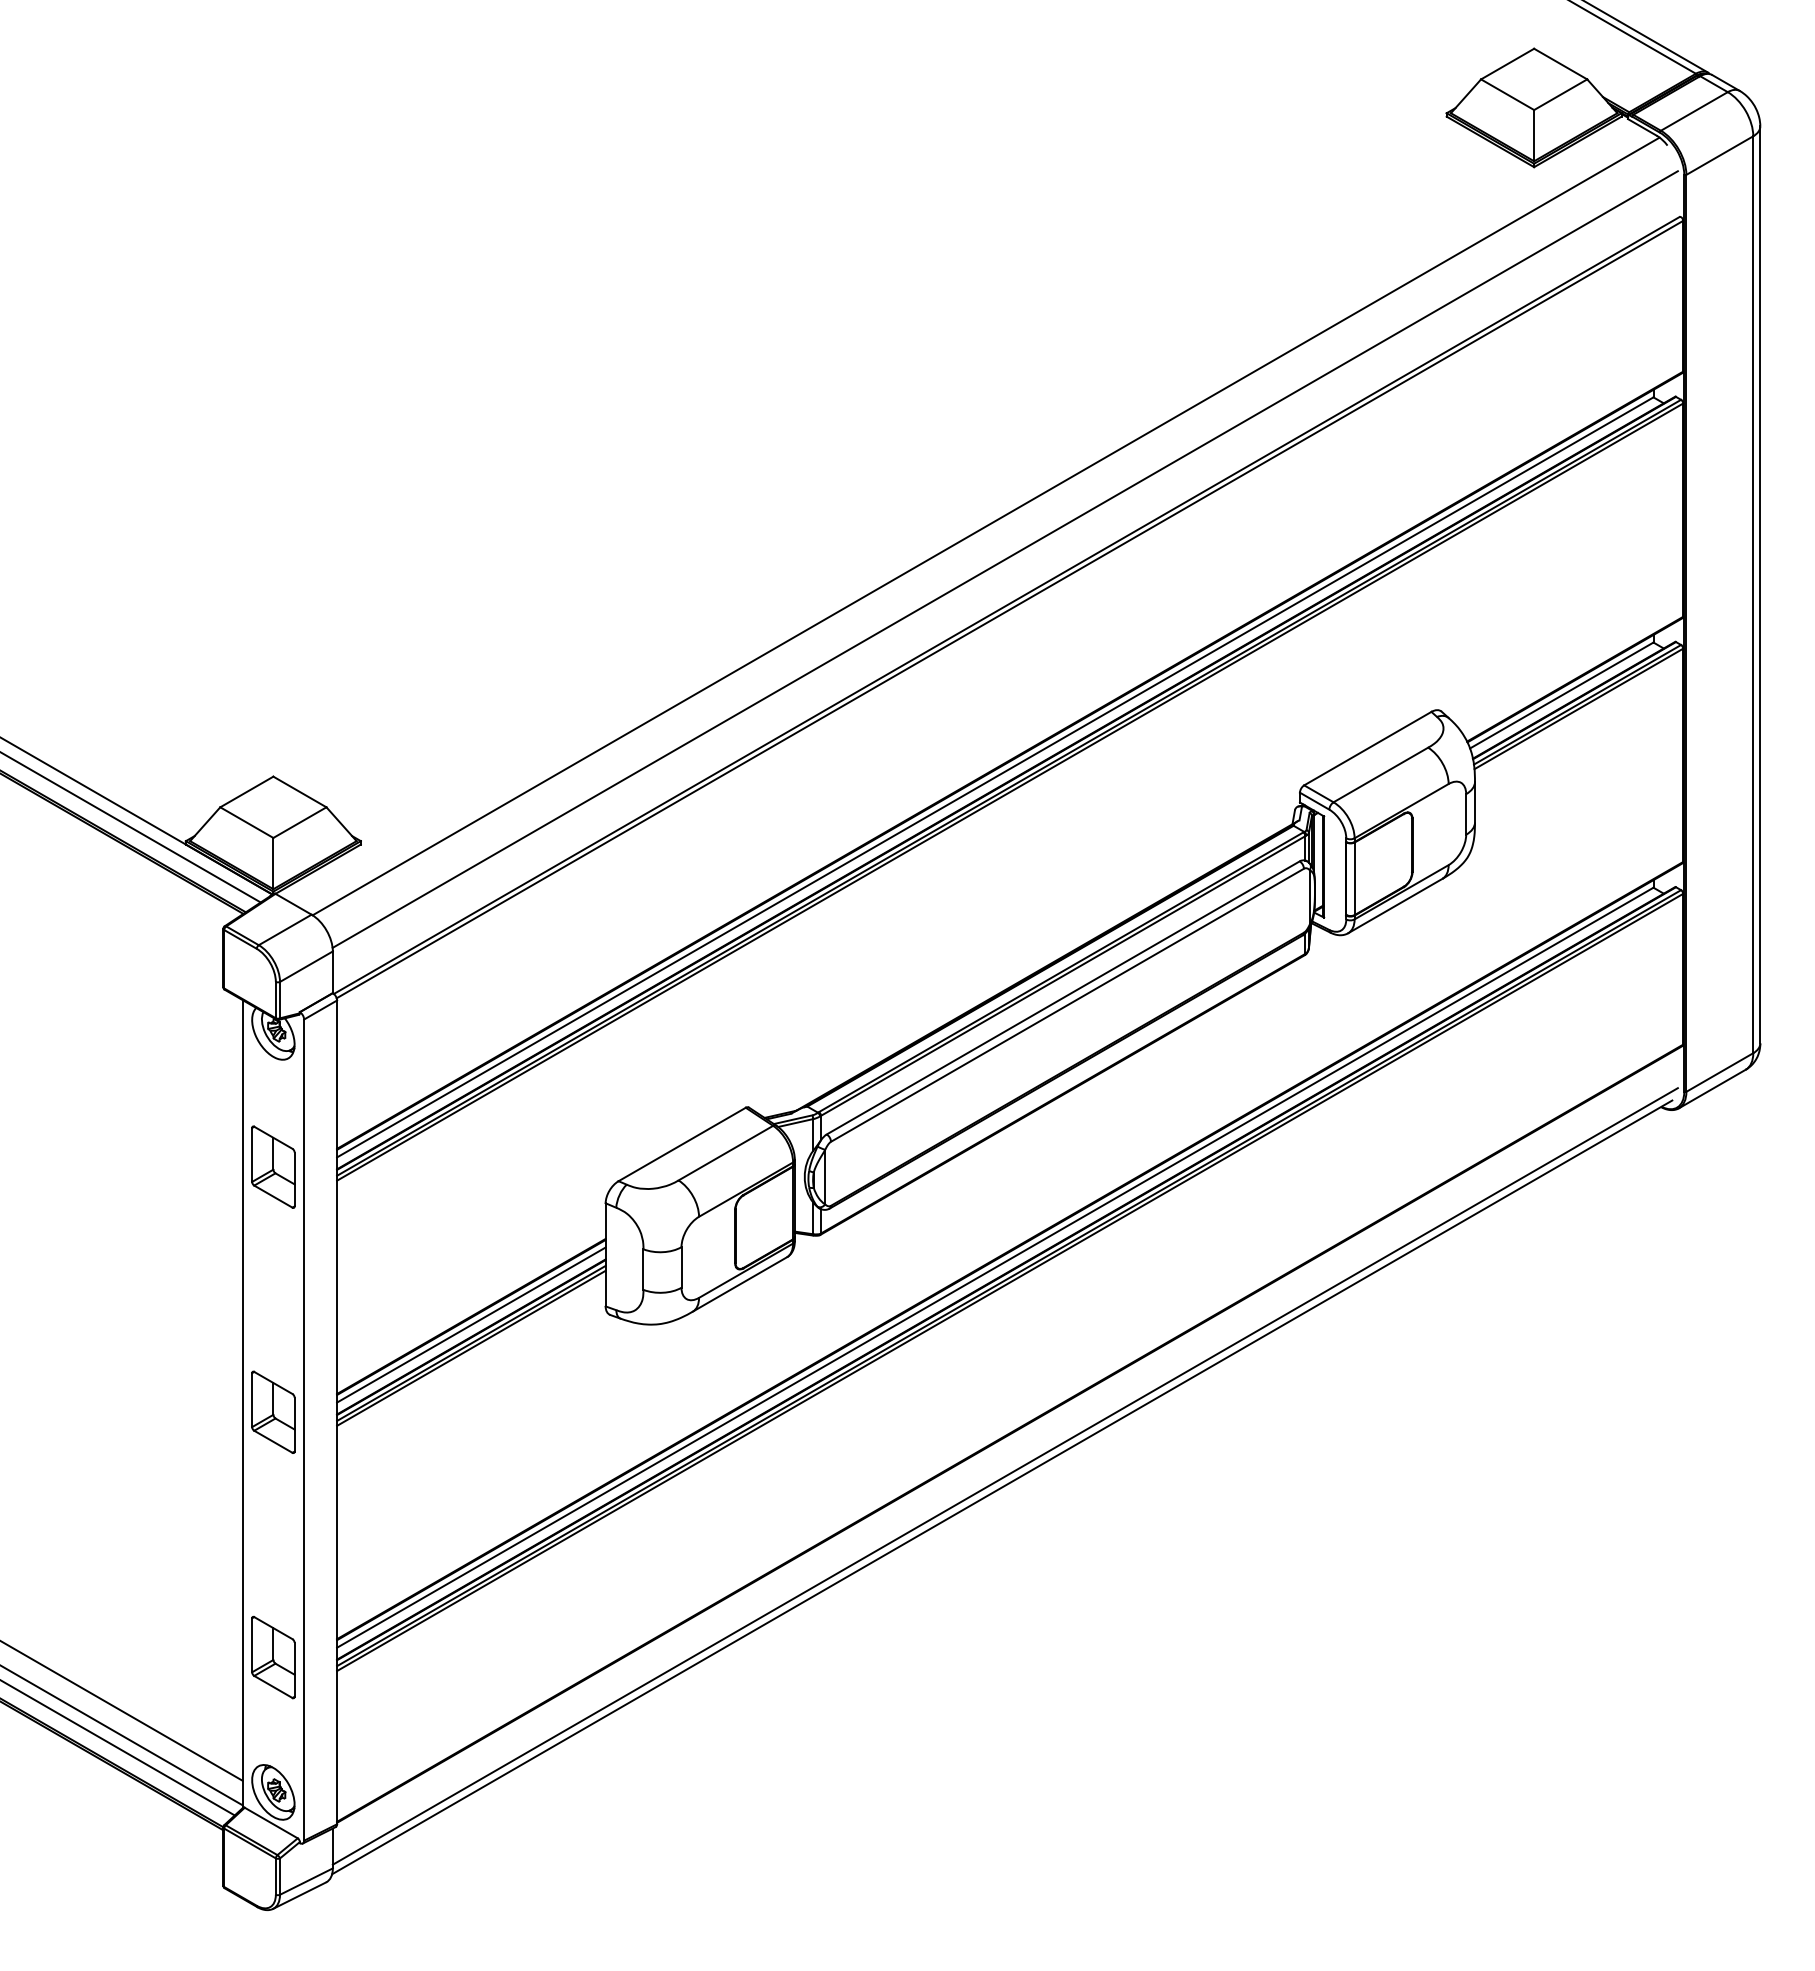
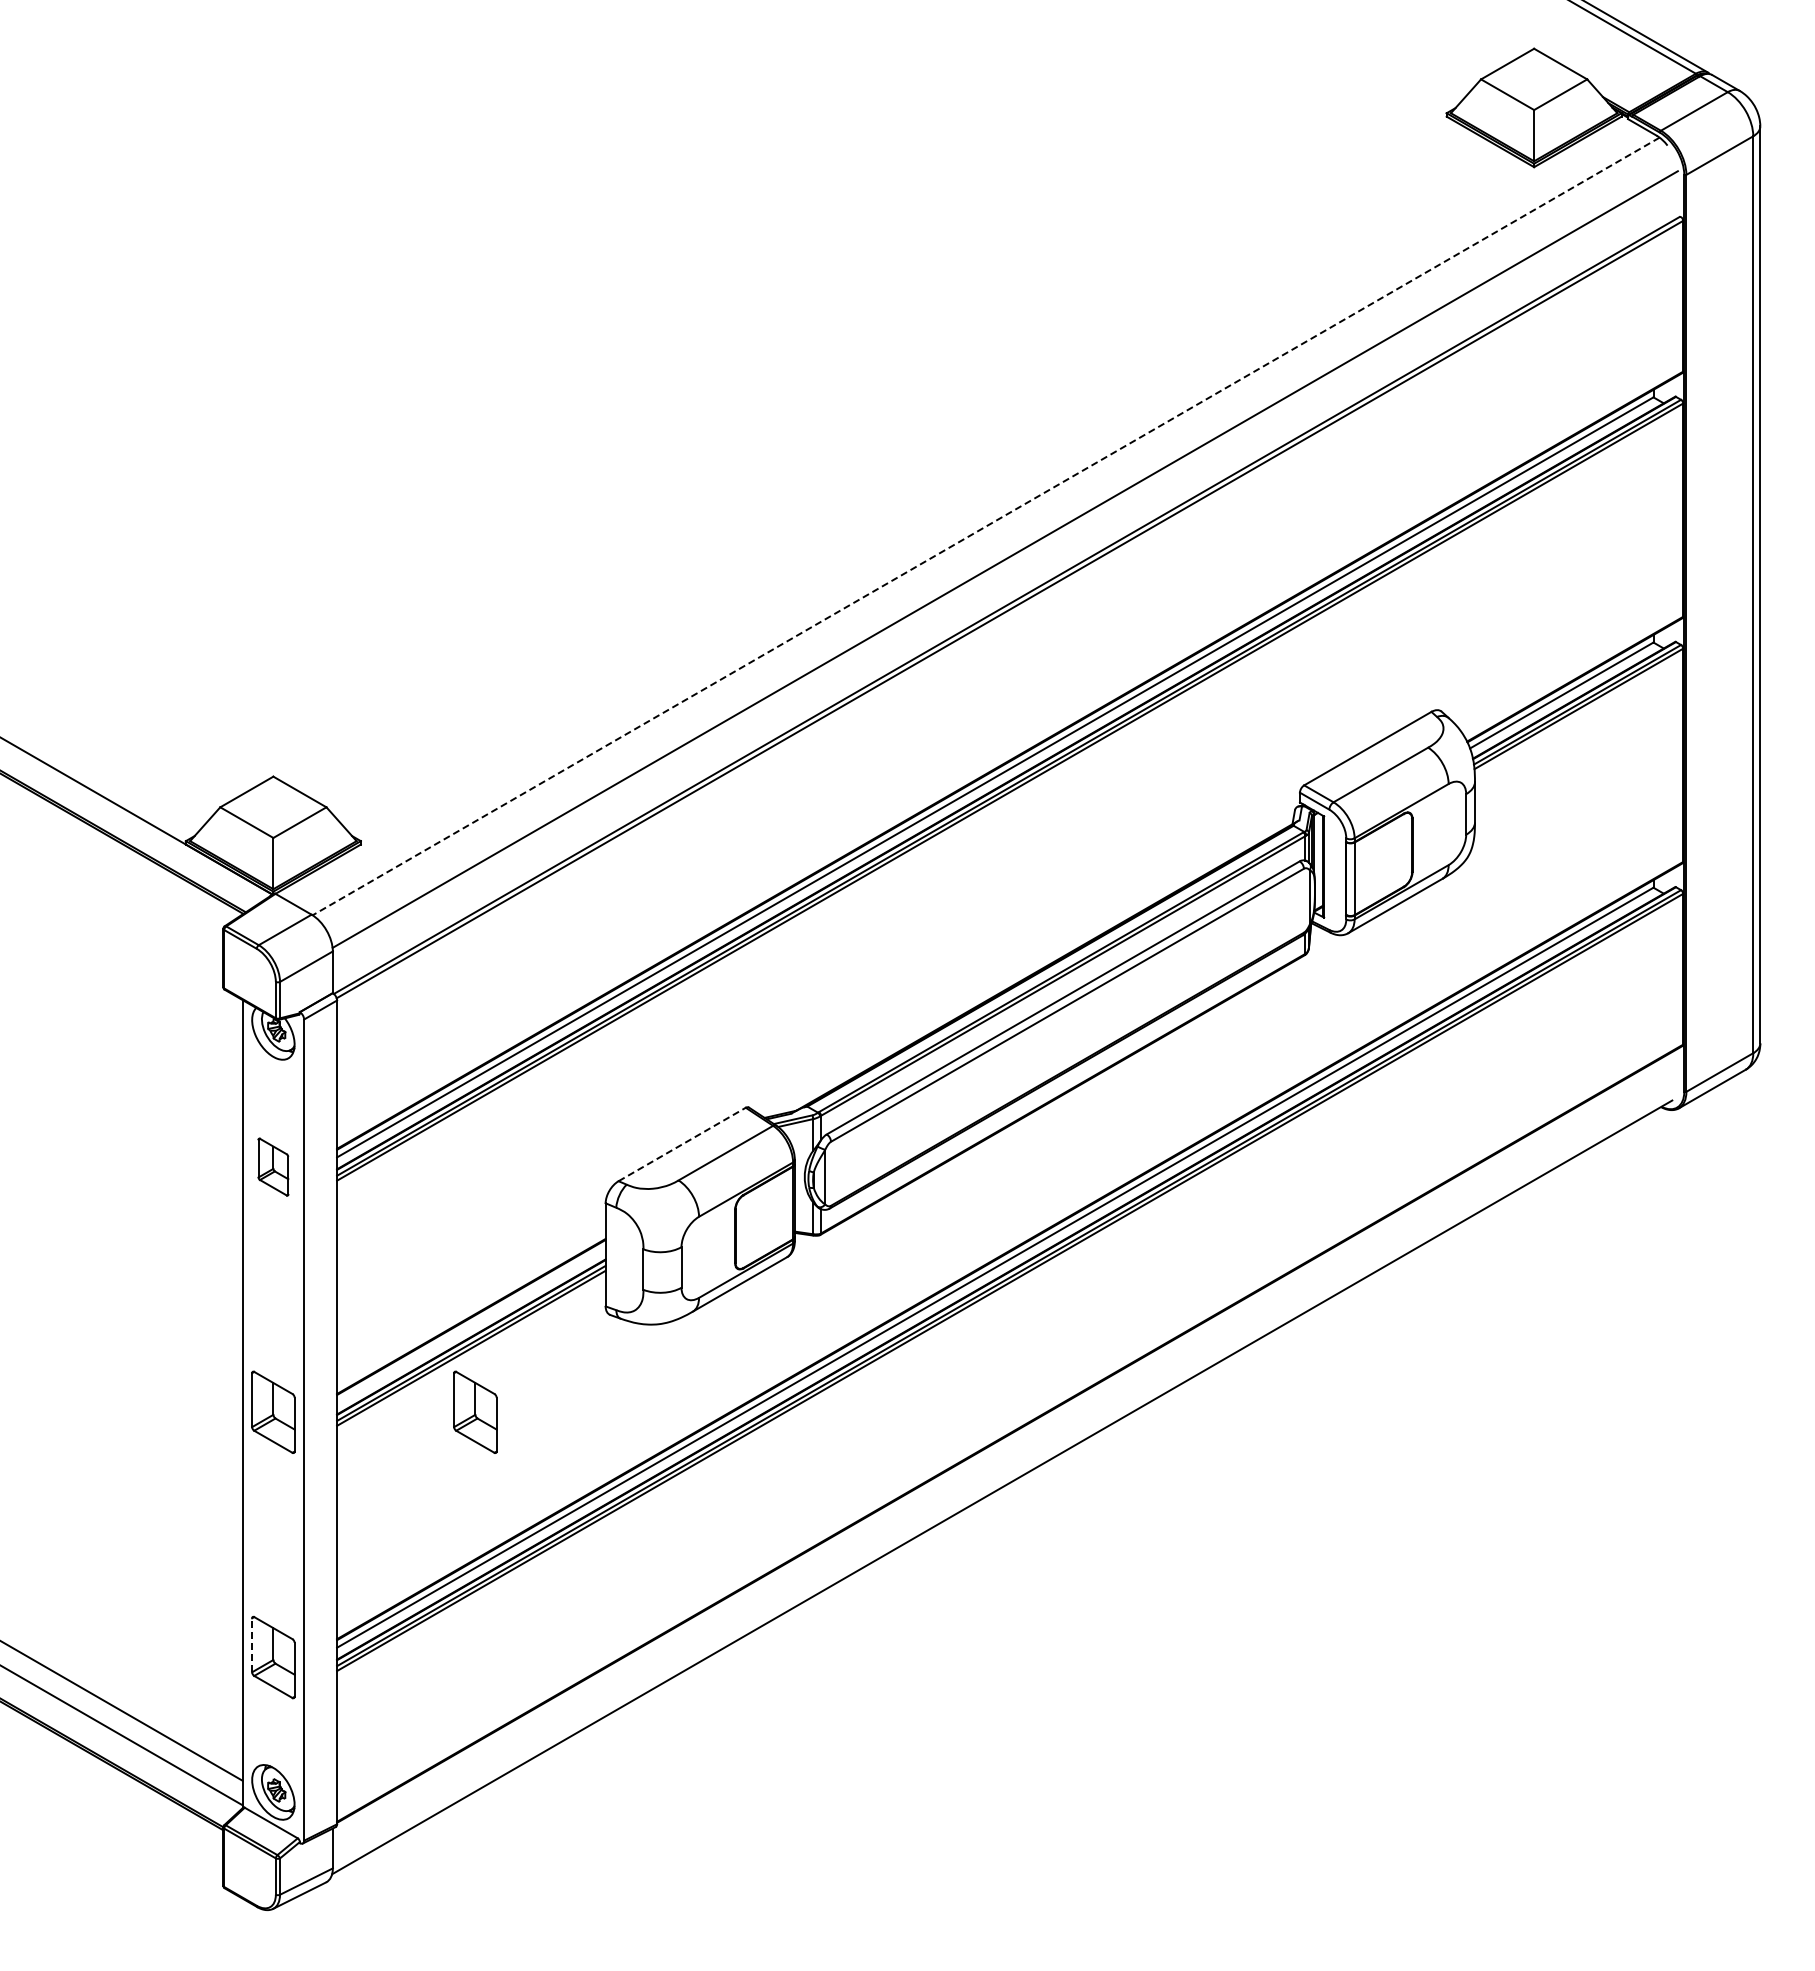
line at (986, 526): solid -> dashed
line at (131, 827): present -> none
line at (682, 1144): solid -> dashed
part at (273, 1166) size: 45x84 px -> 33x60 px
line at (471, 1324): present -> none
part at (475, 1411): none -> present
line at (1004, 1476): present -> none
line at (252, 1645): solid -> dashed
line at (118, 1748): present -> none
